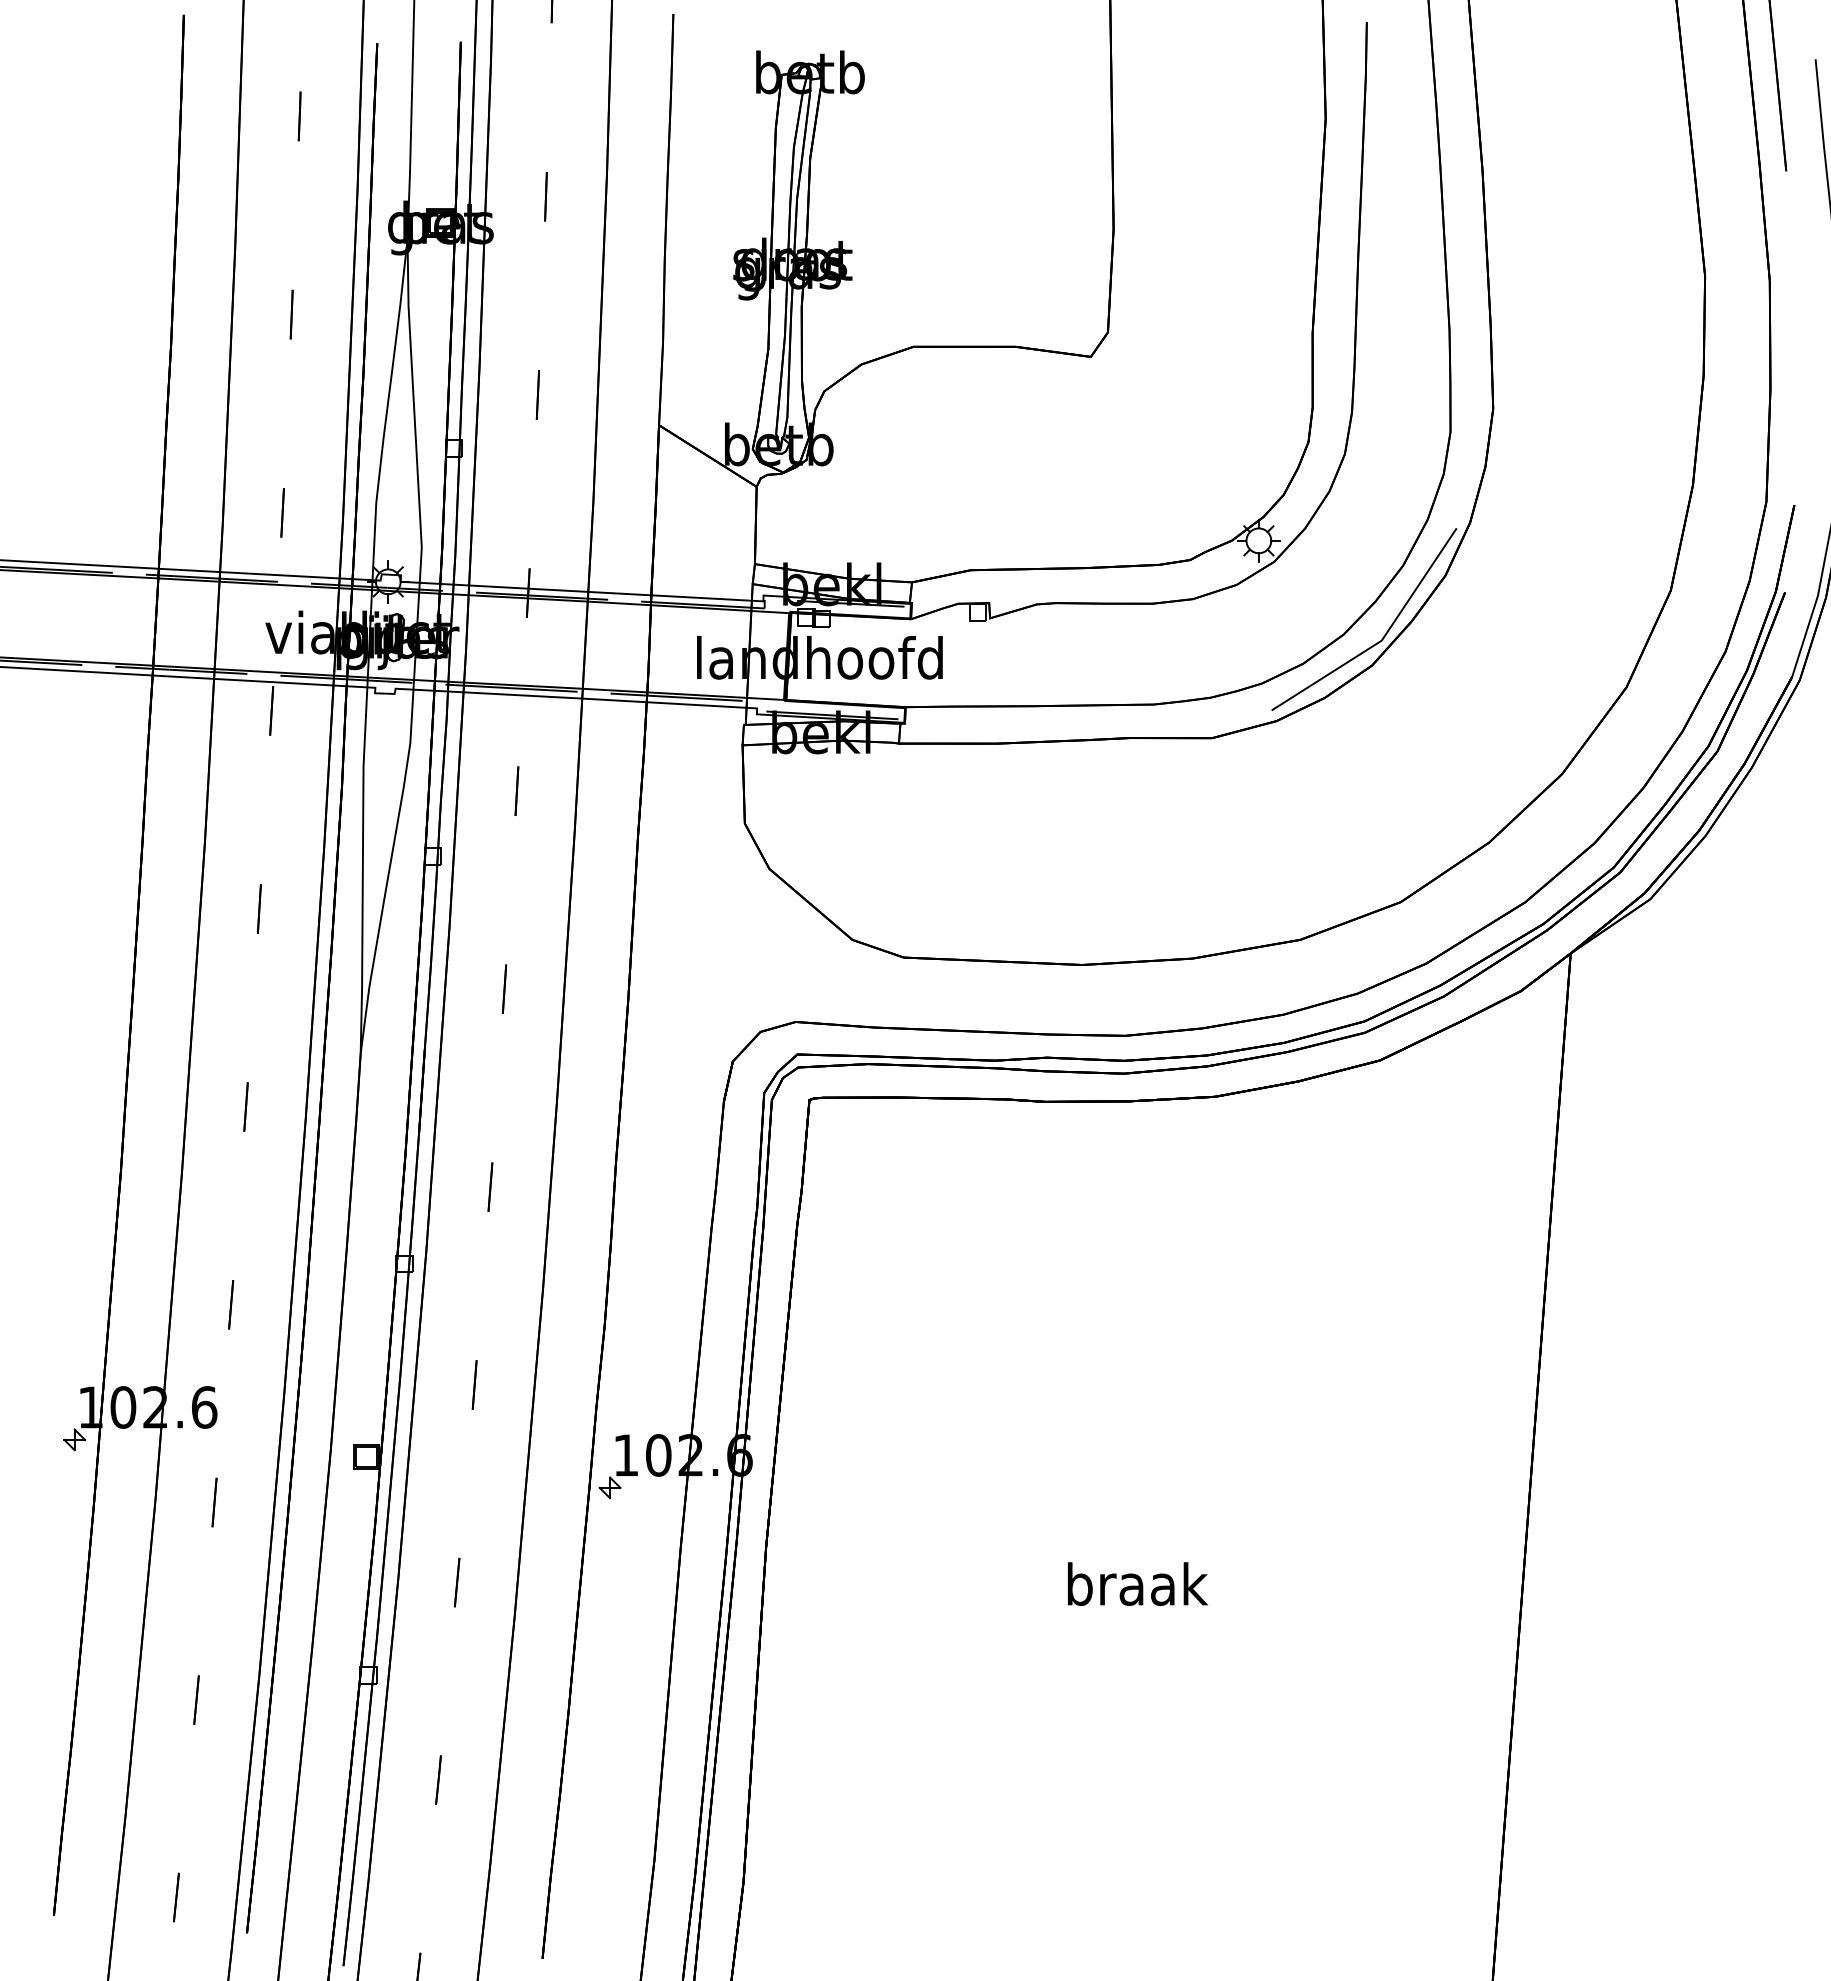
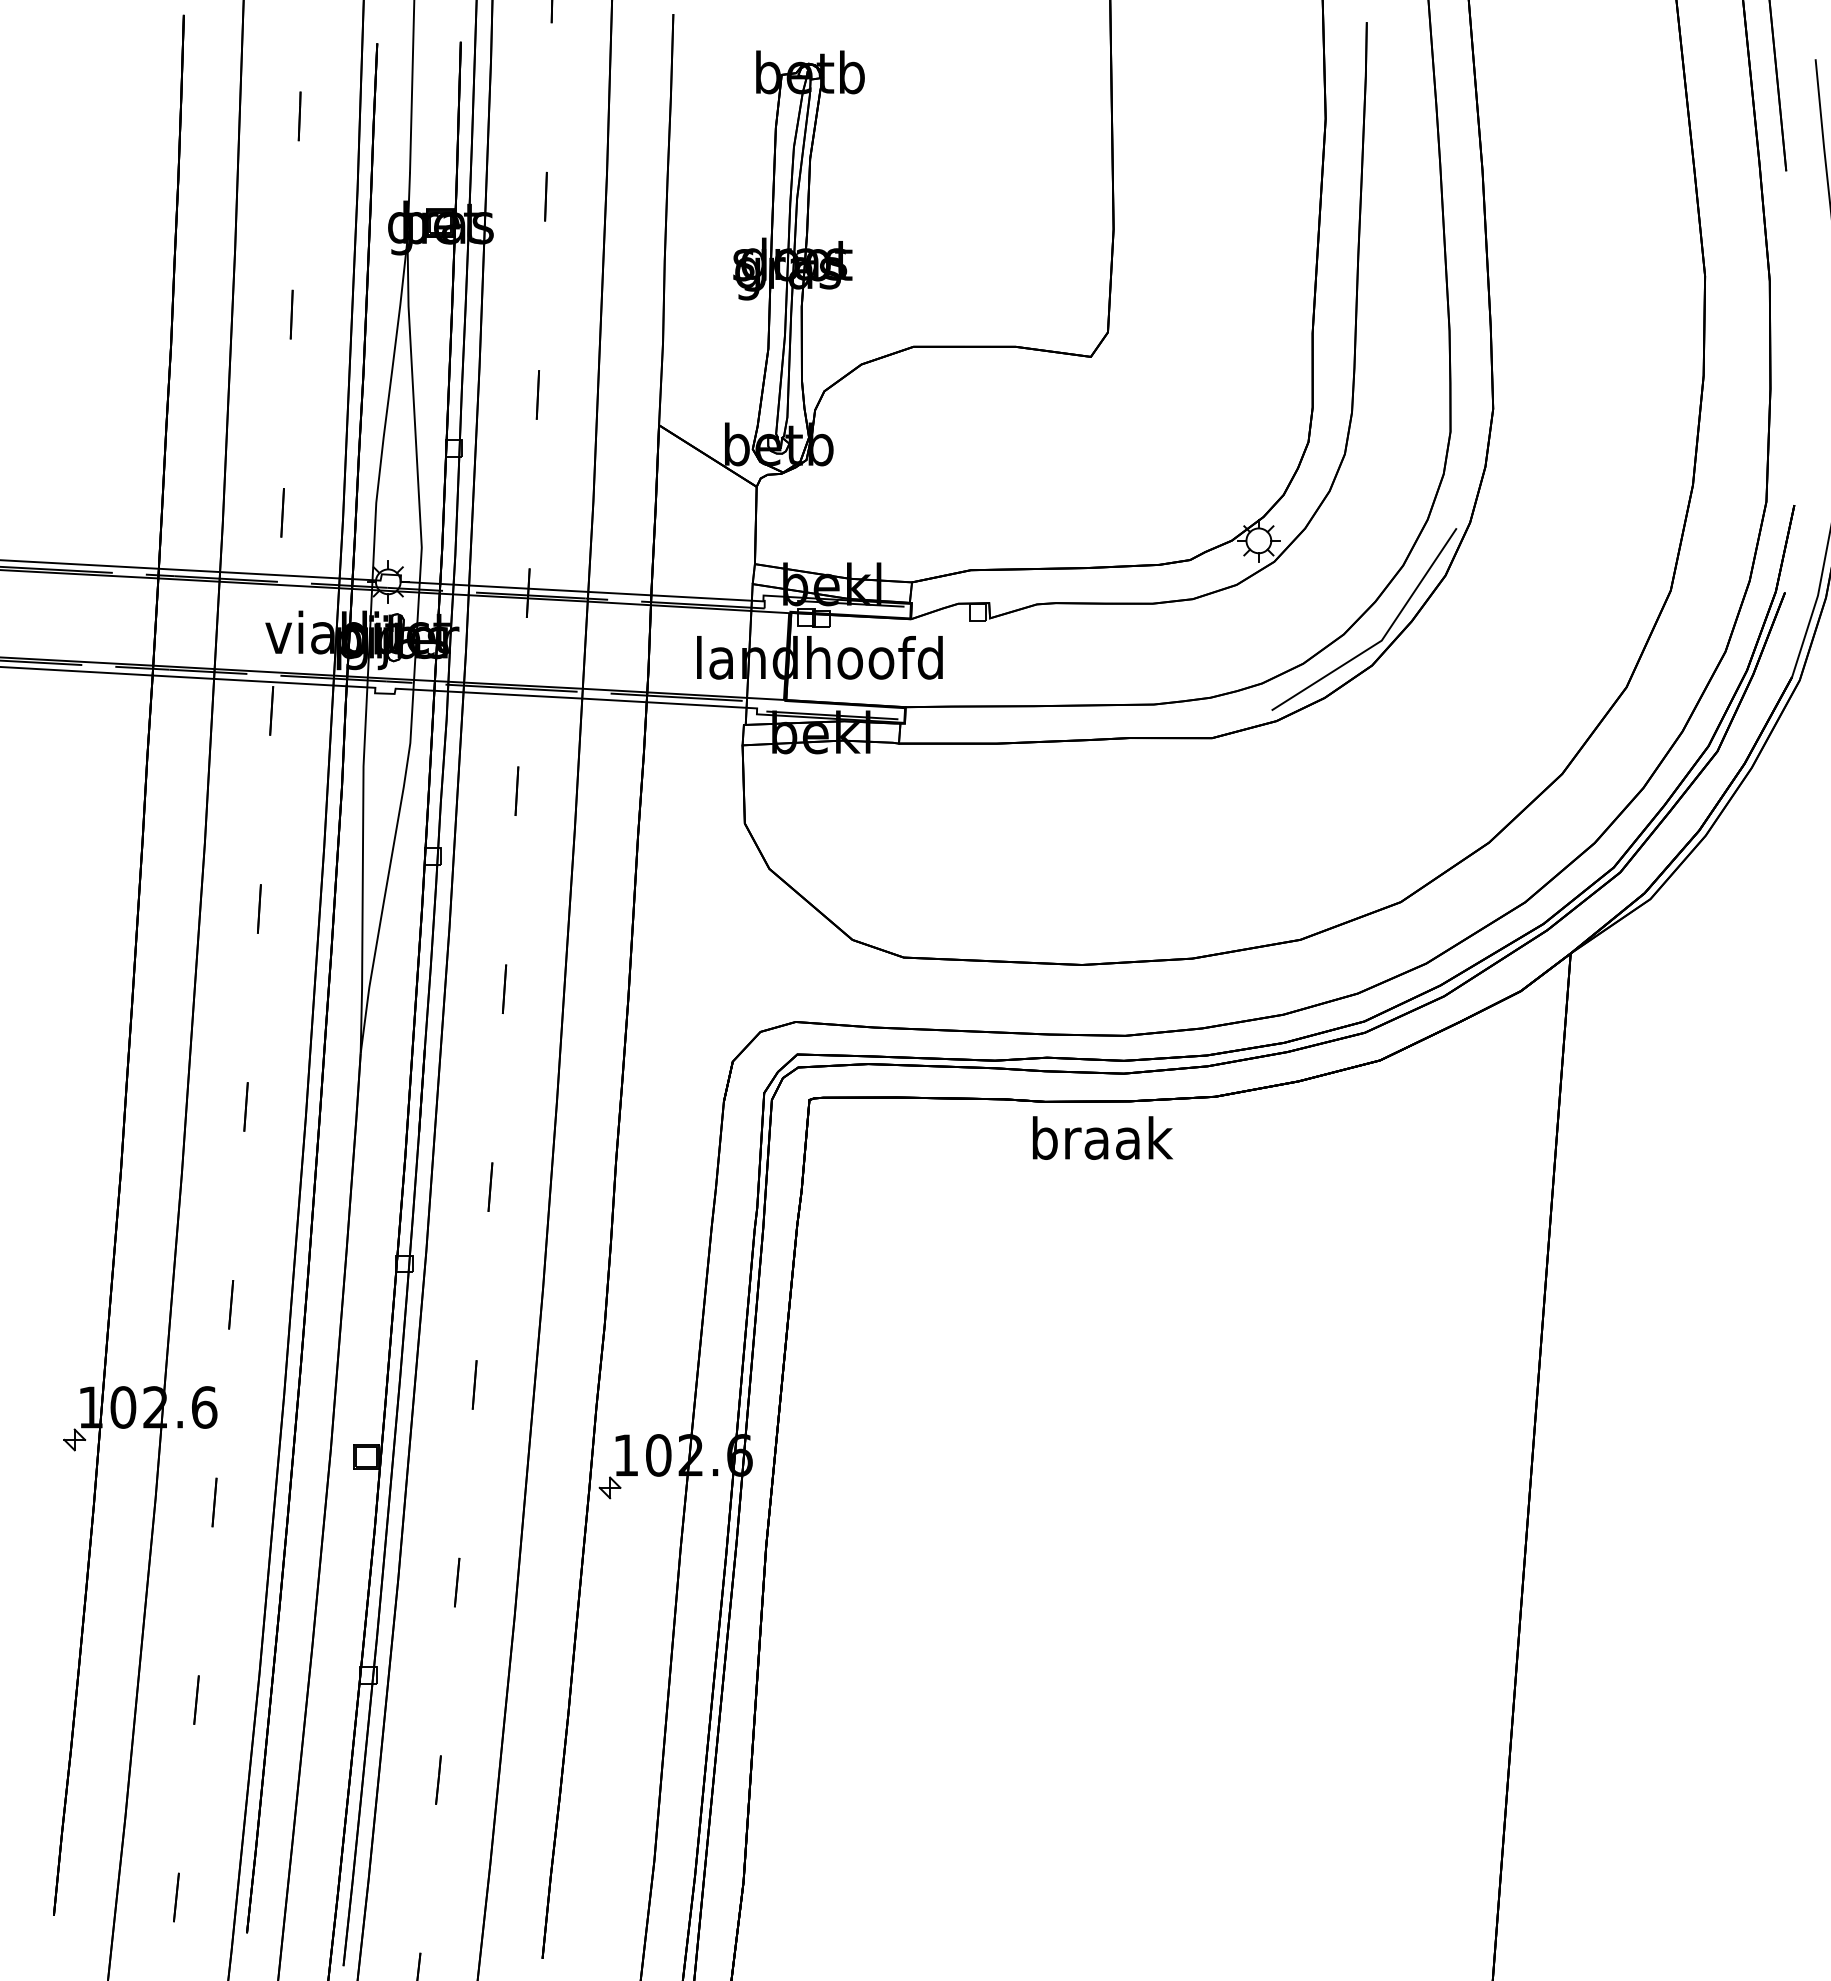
text at (1137, 1583) position: (1137, 1583) -> (1102, 1137)
